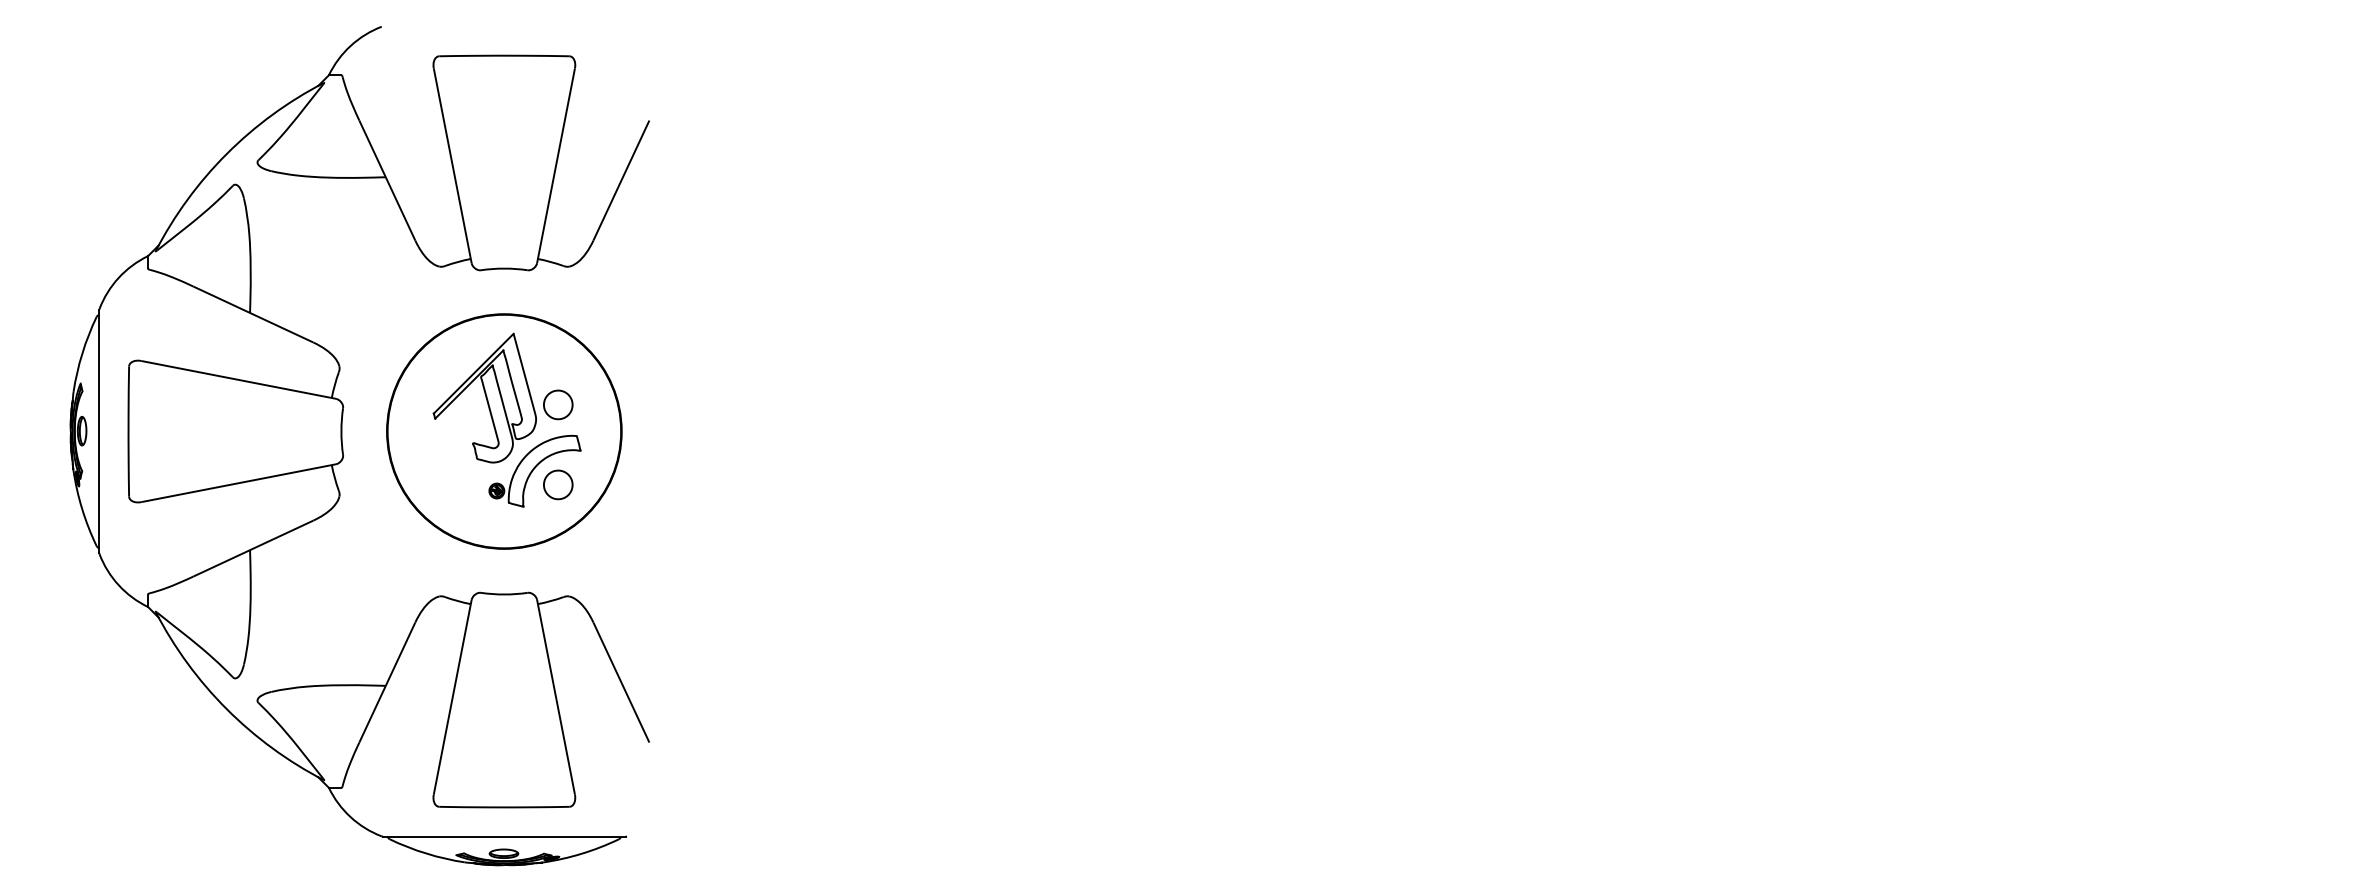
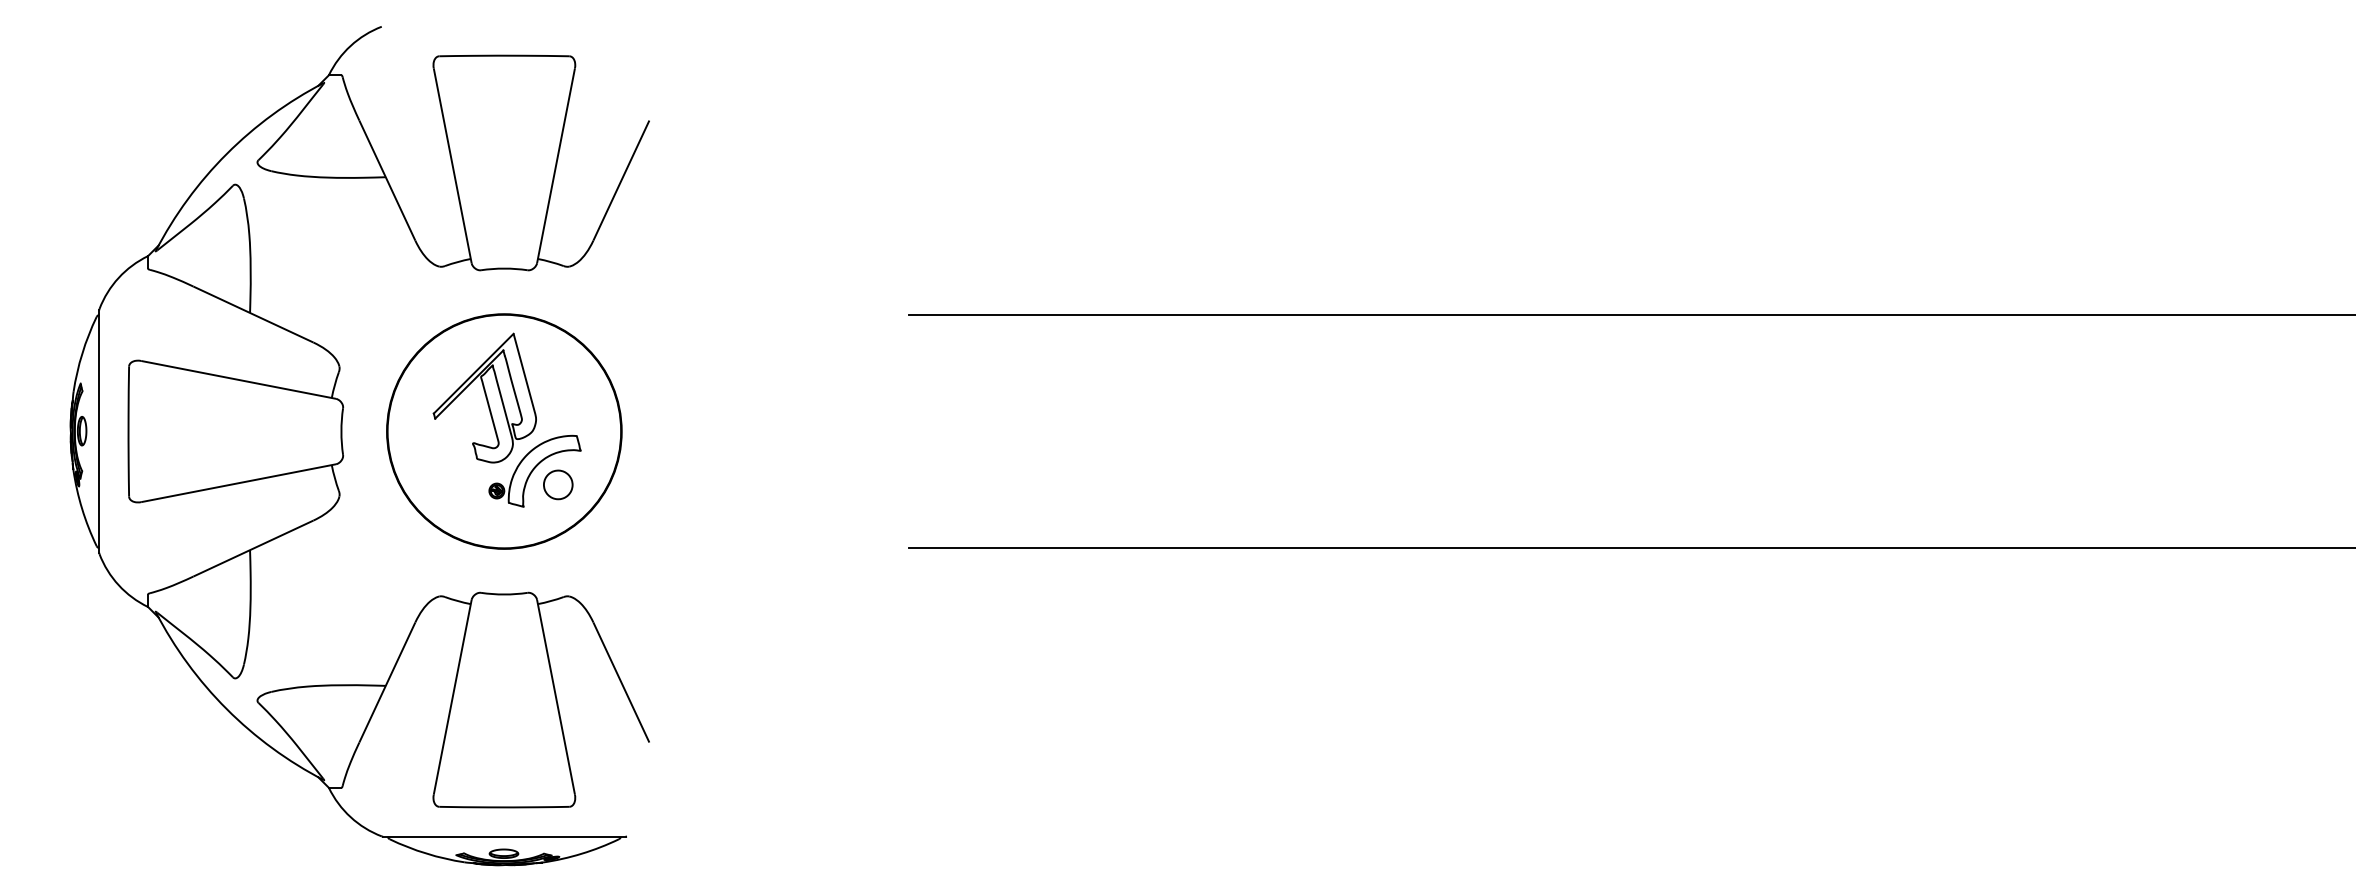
line at (1630, 314): none -> present
part at (558, 404): present -> none
line at (1630, 548): none -> present
